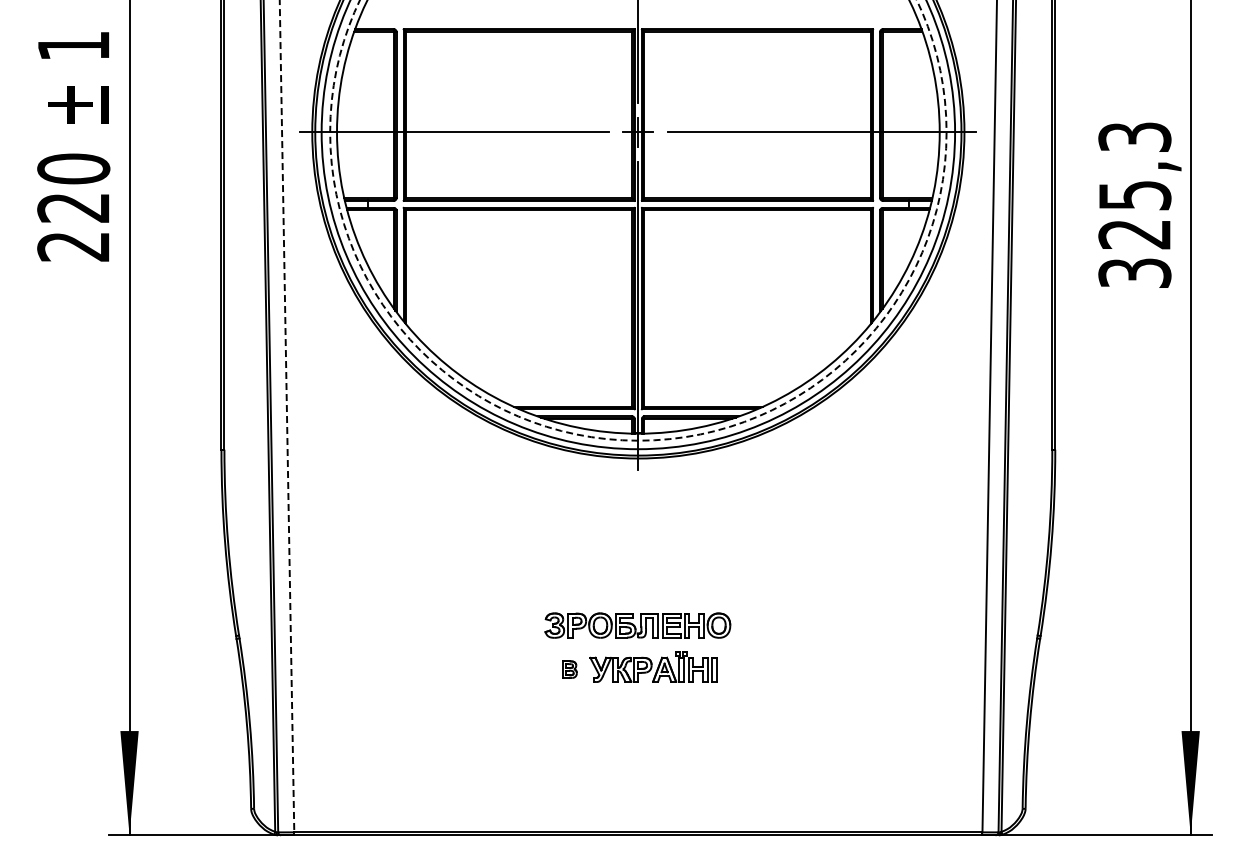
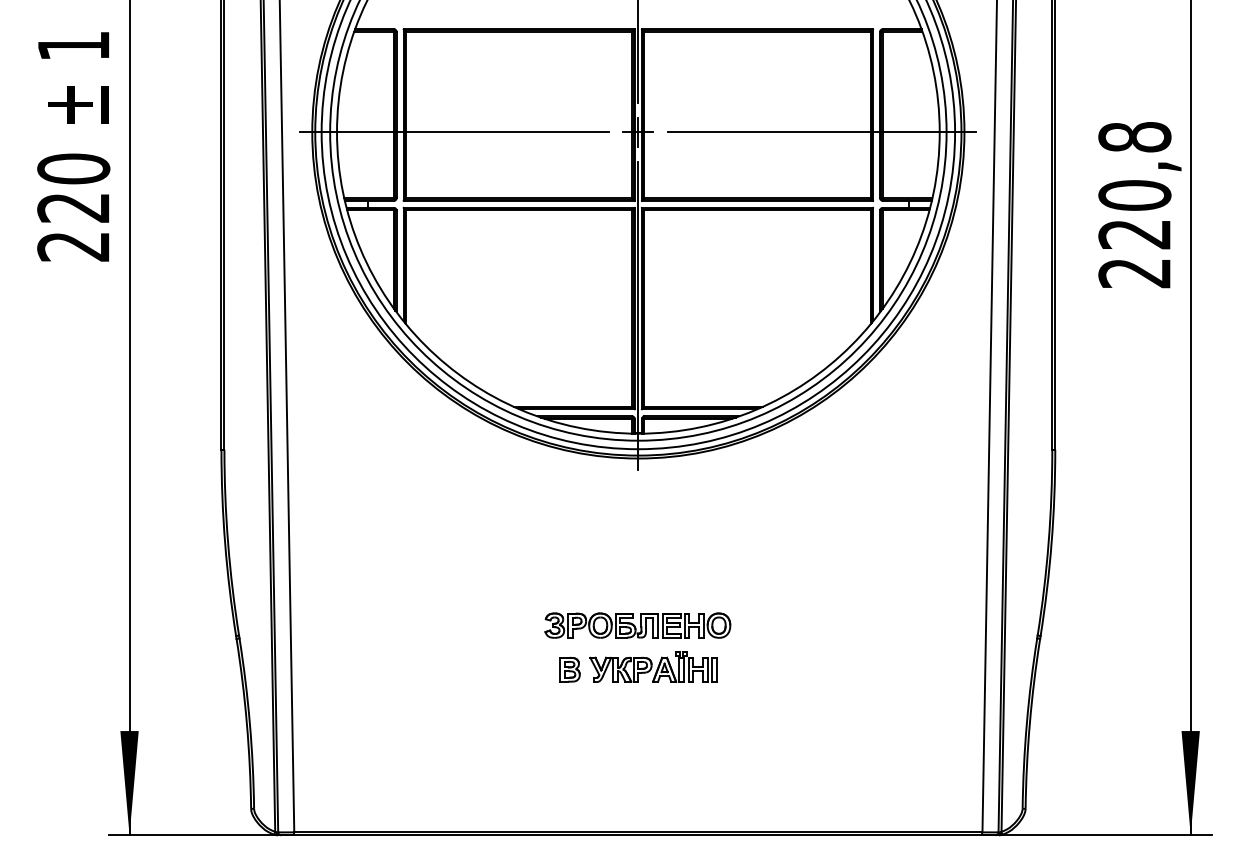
text at (1134, 205): 325,3 -> 220,8
circle at (638, 220): dashed -> solid
line at (287, 416): dashed -> solid
part at (569, 669) size: 16x19 px -> 22x27 px
